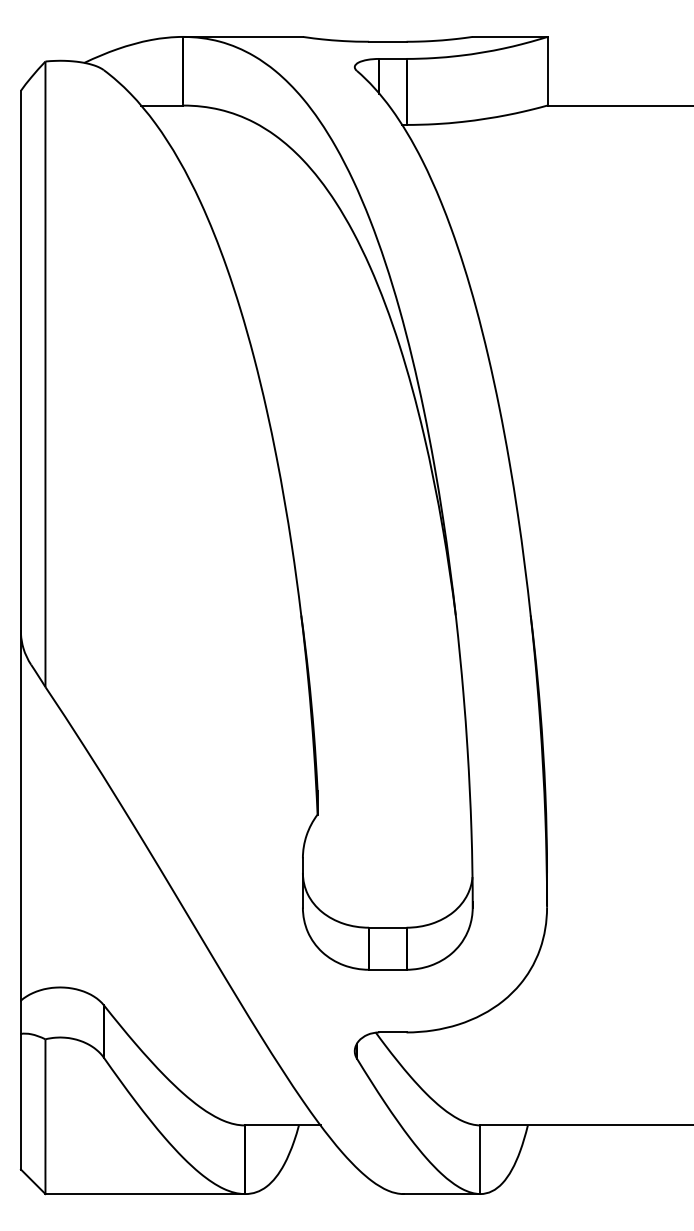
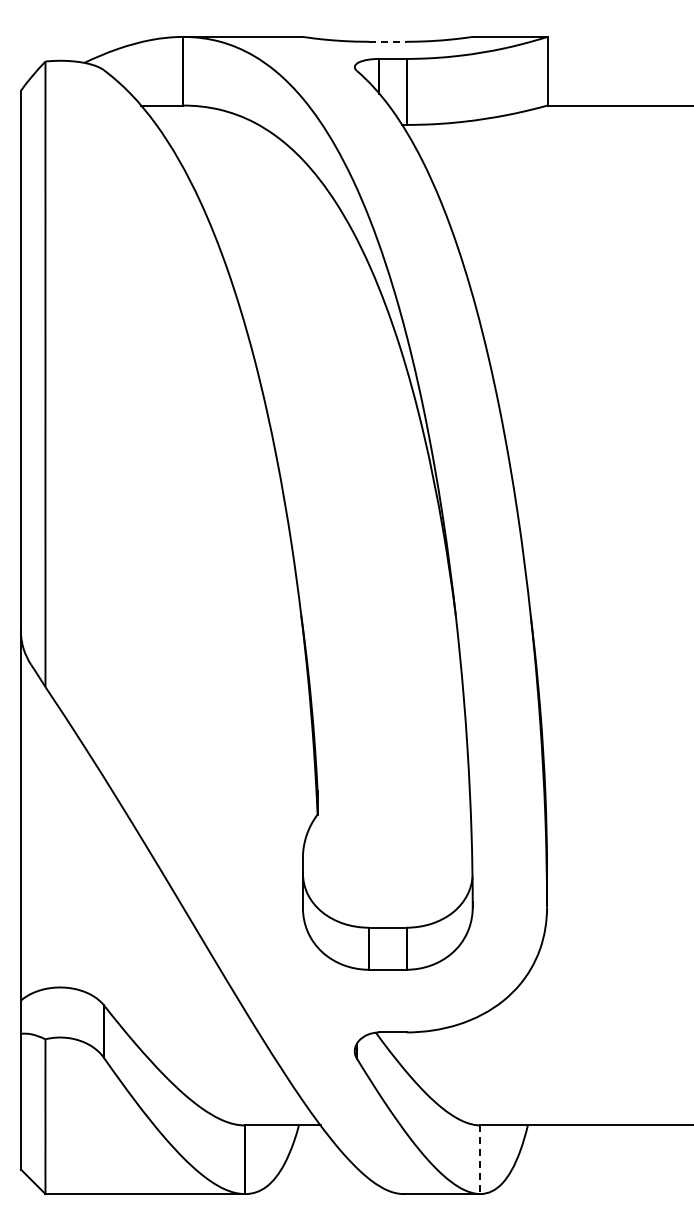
line at (387, 41): solid -> dashed
line at (480, 1160): solid -> dashed
